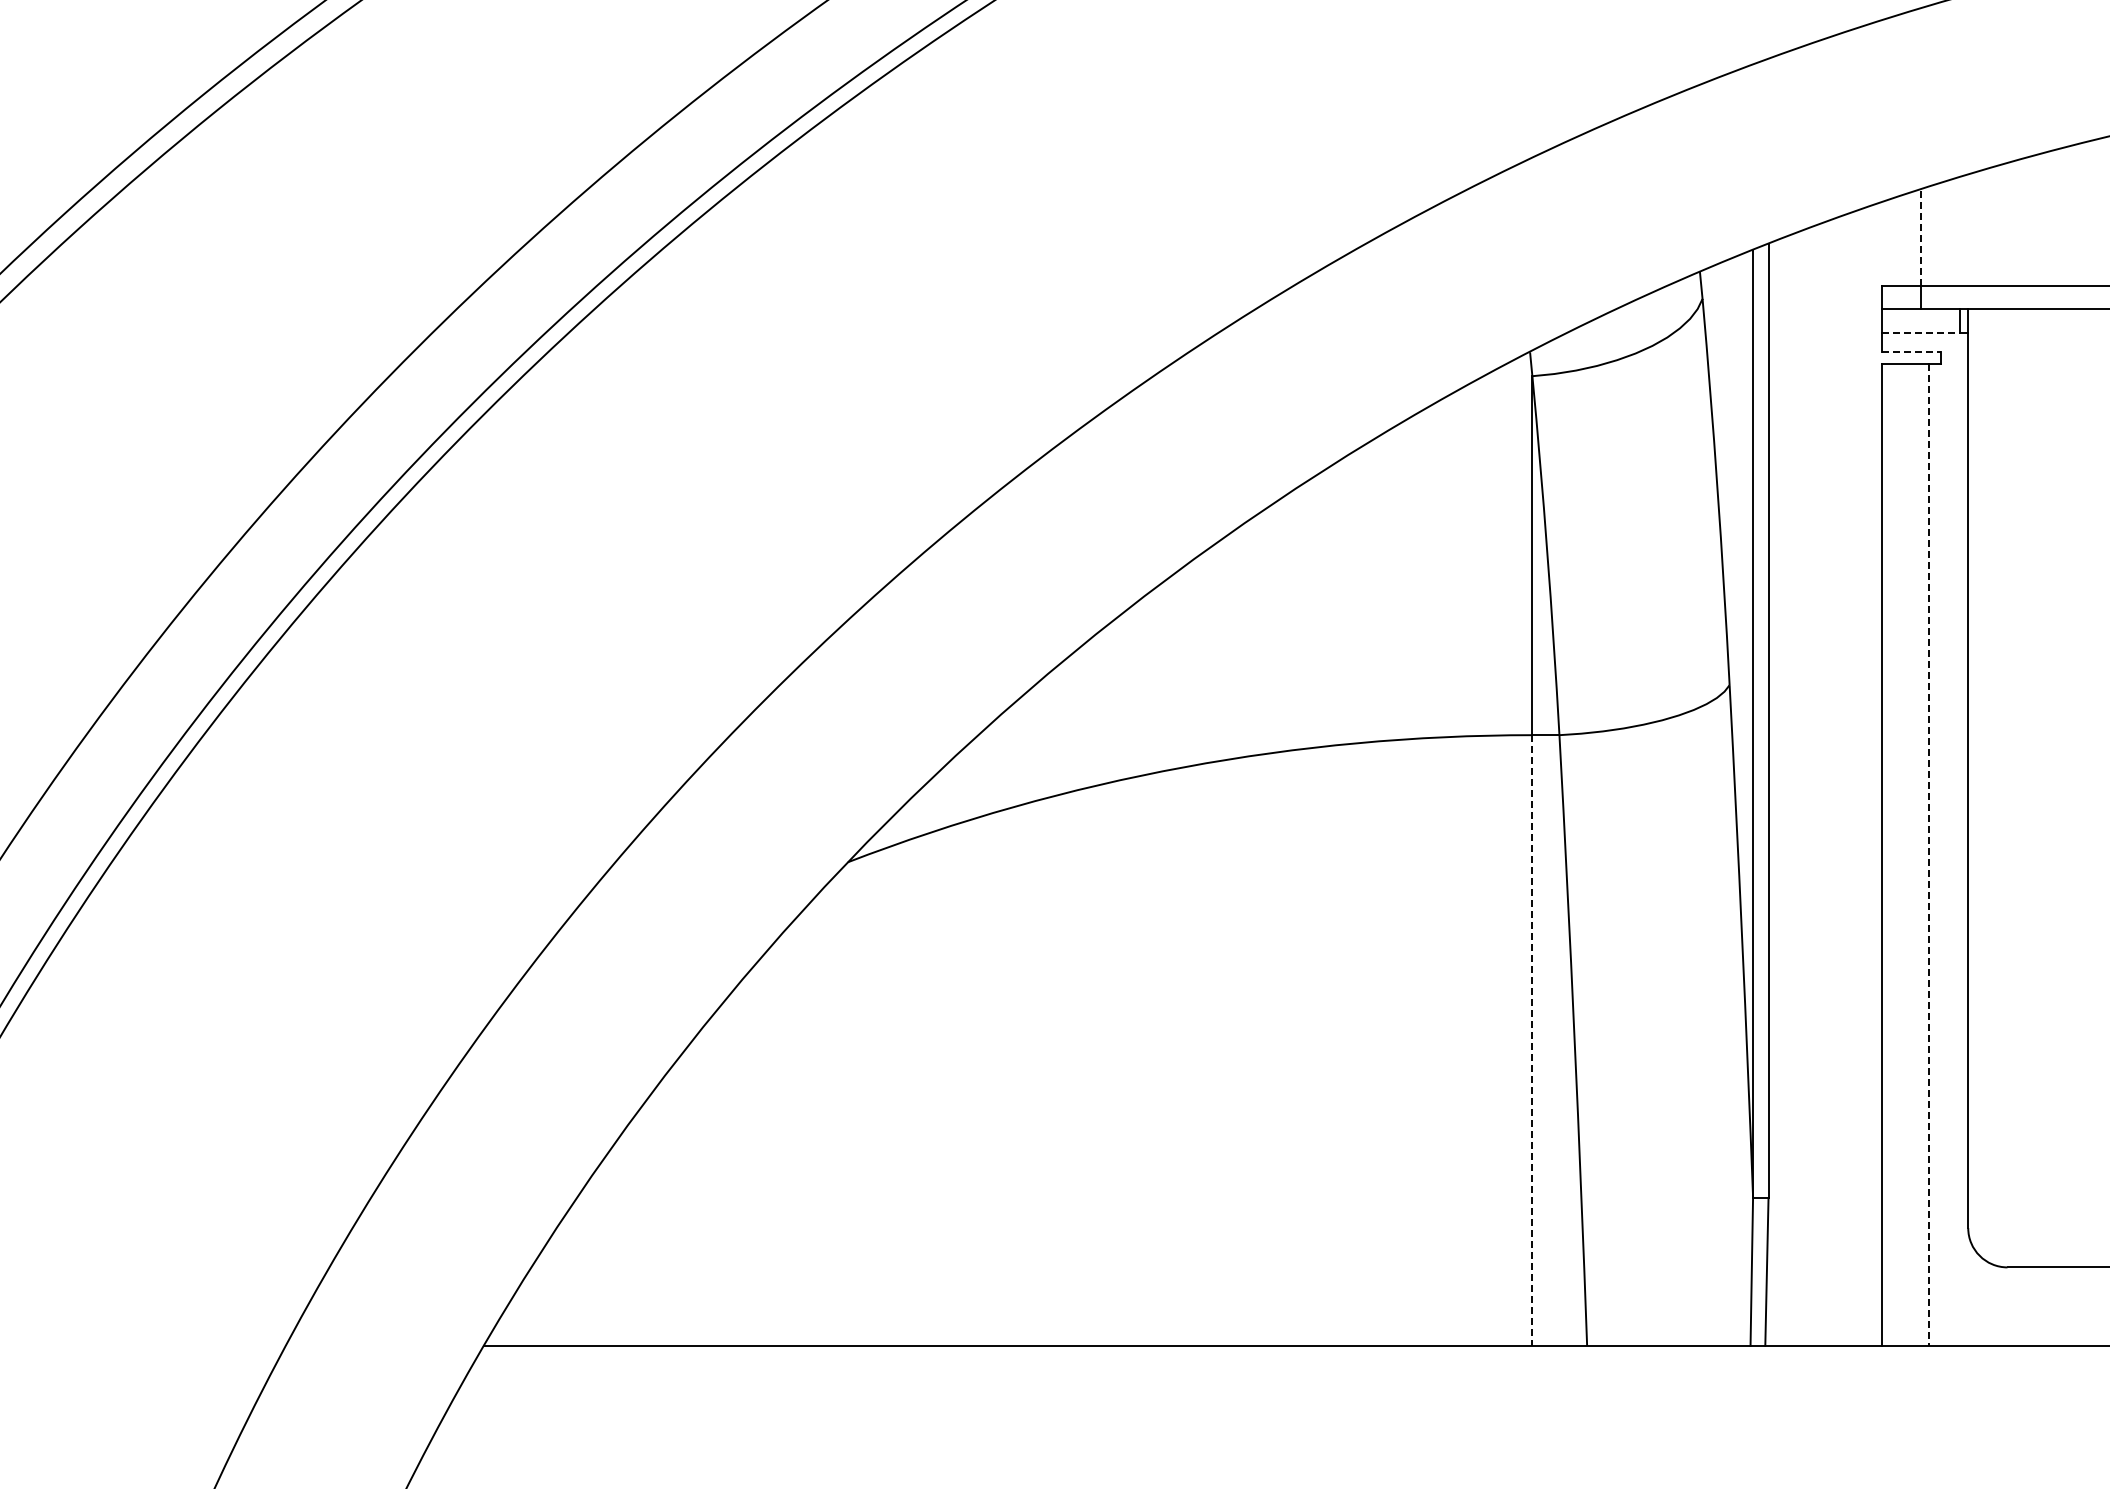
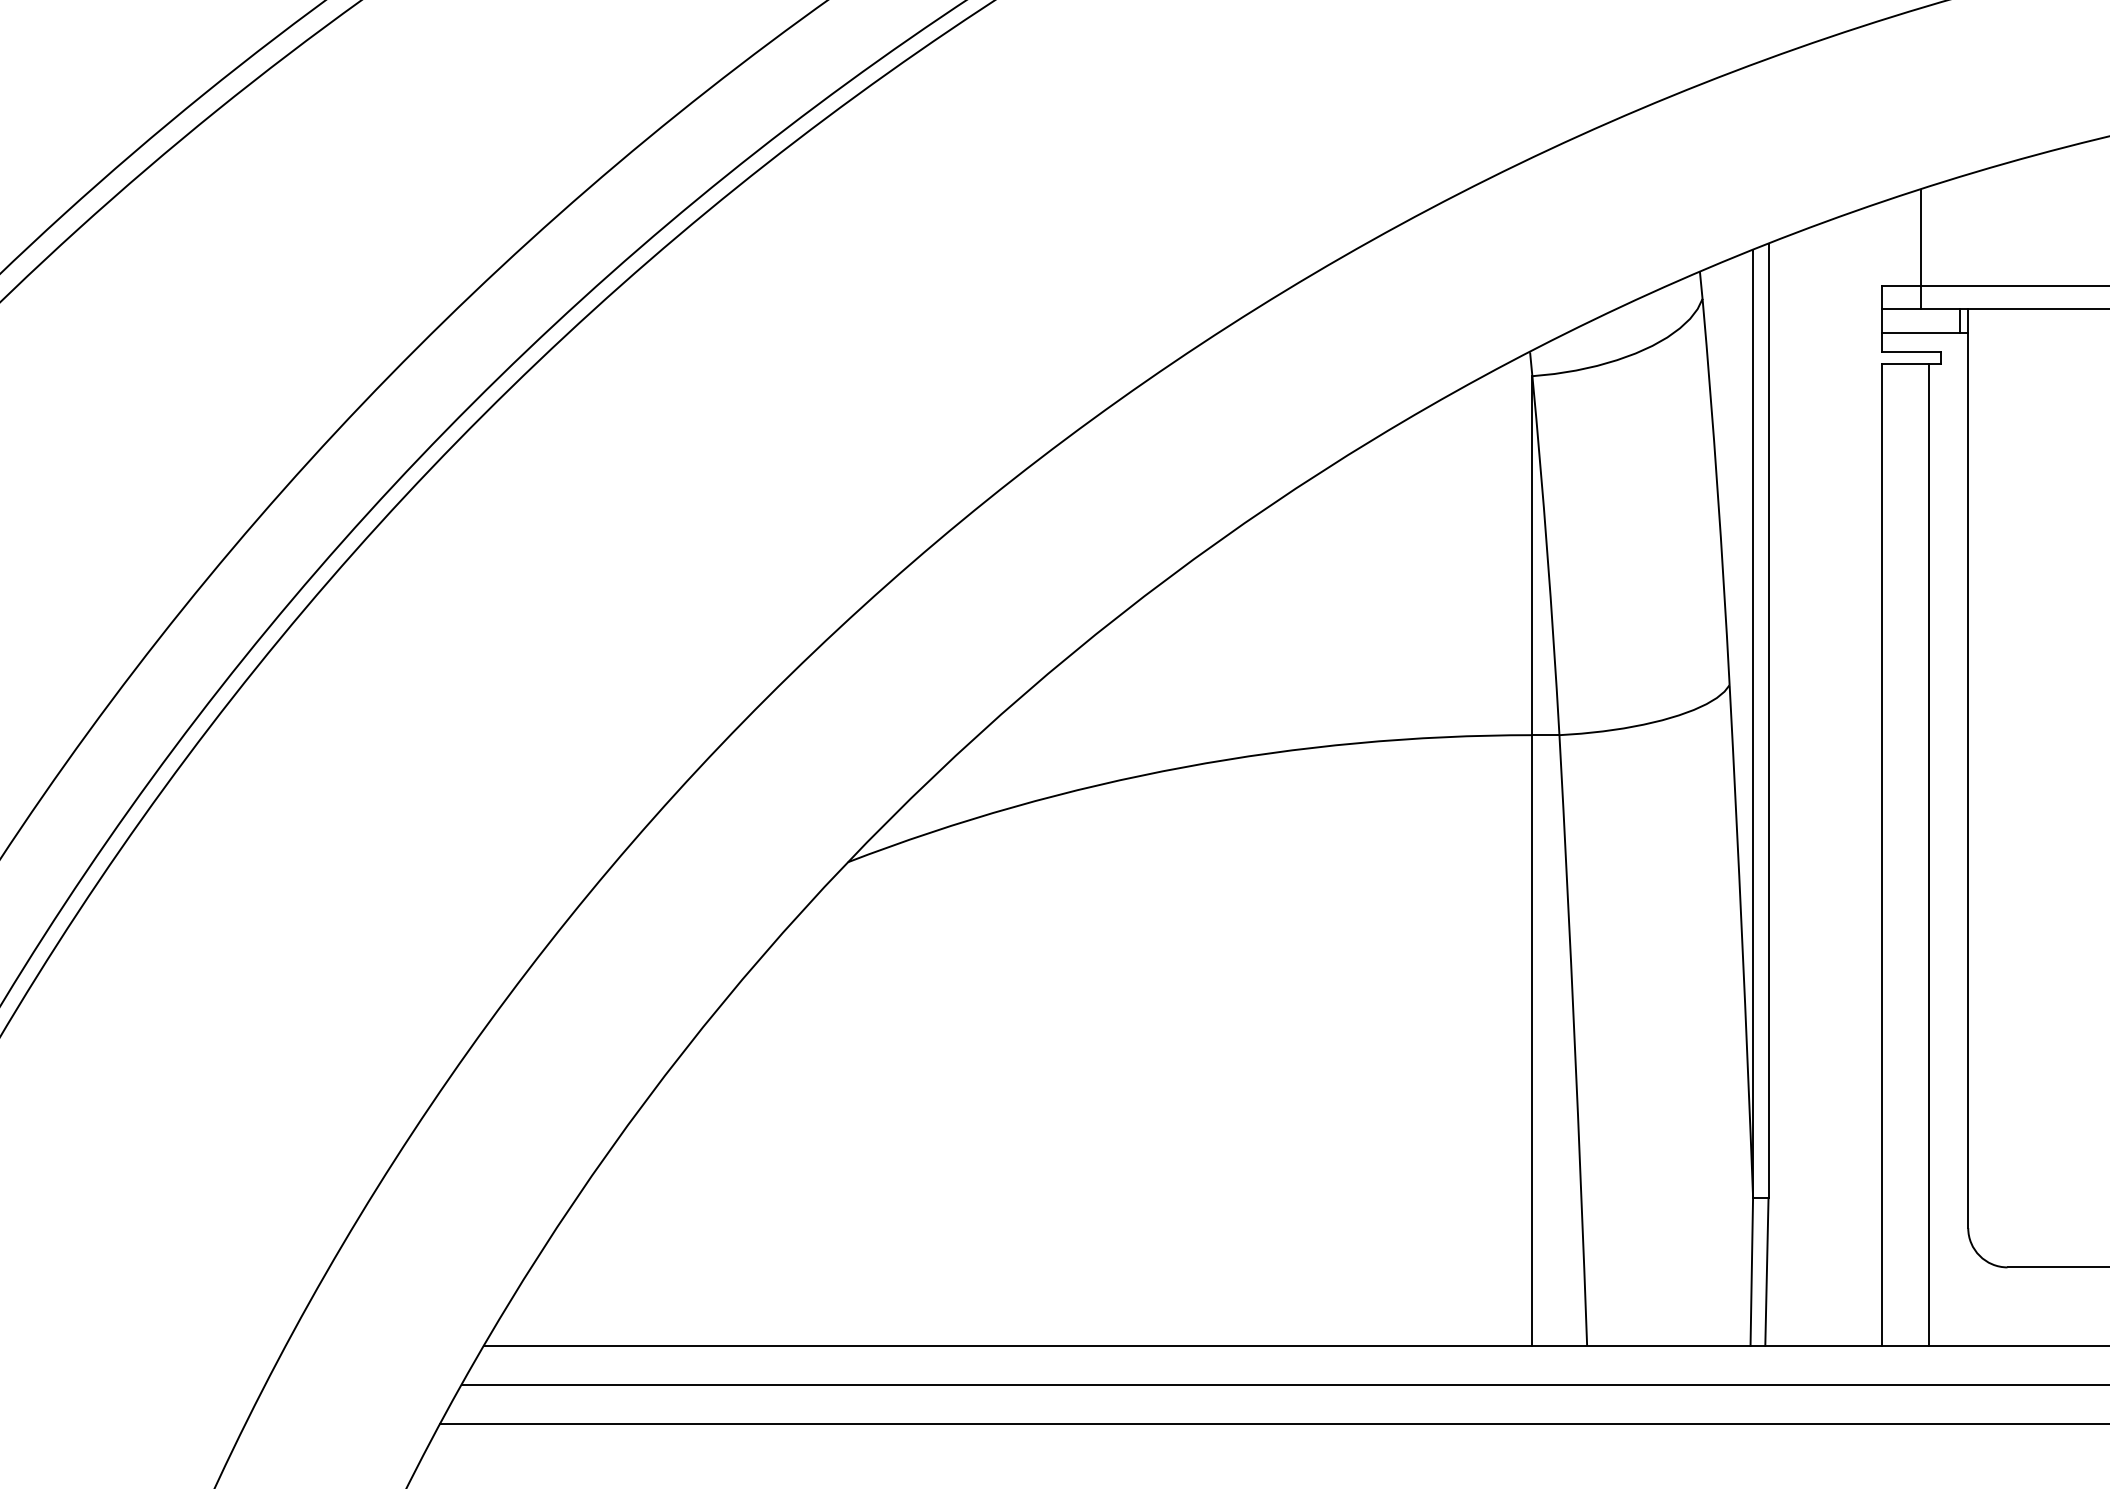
line at (1921, 237): dashed -> solid
line at (1921, 332): dashed -> solid
line at (1911, 352): dashed -> solid
line at (1928, 855): dashed -> solid
line at (1532, 1041): dashed -> solid
line at (1283, 1385): none -> present
line at (1273, 1424): none -> present
